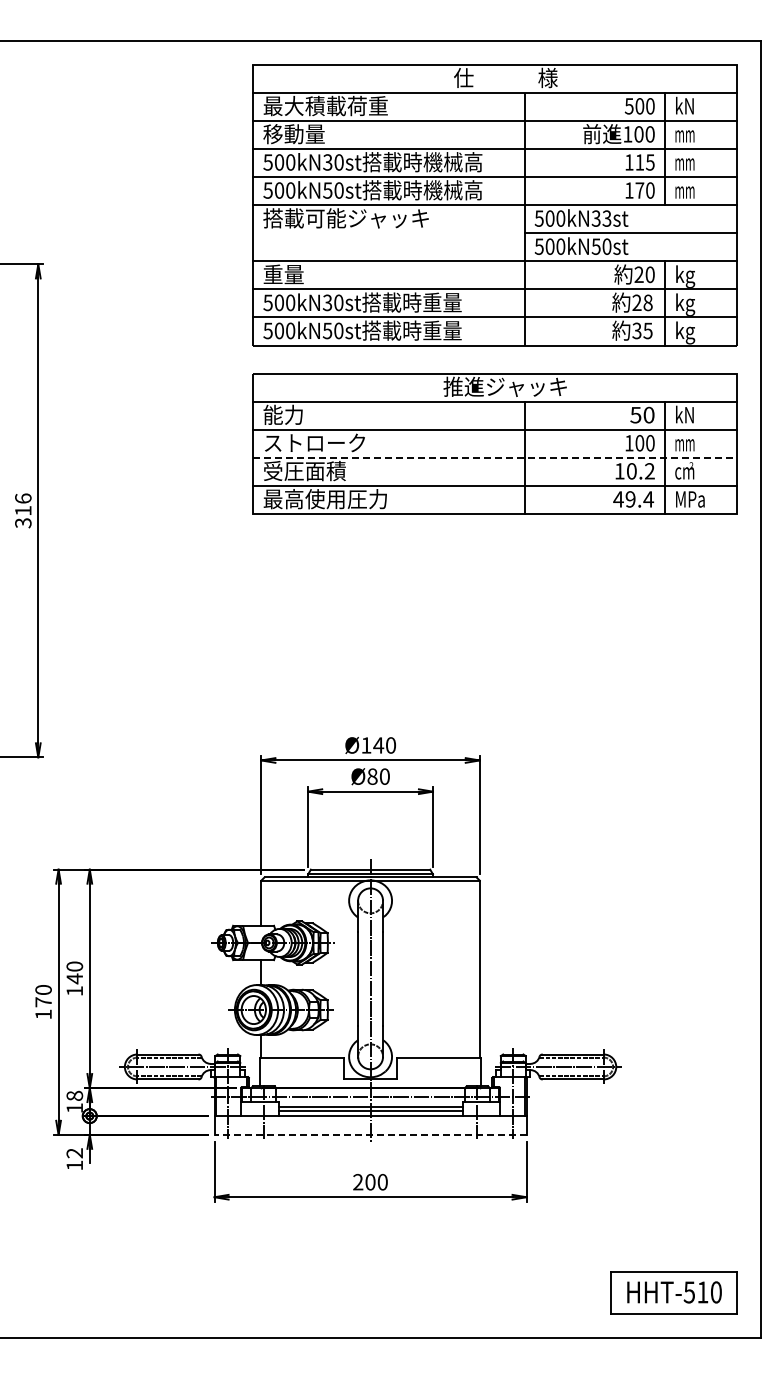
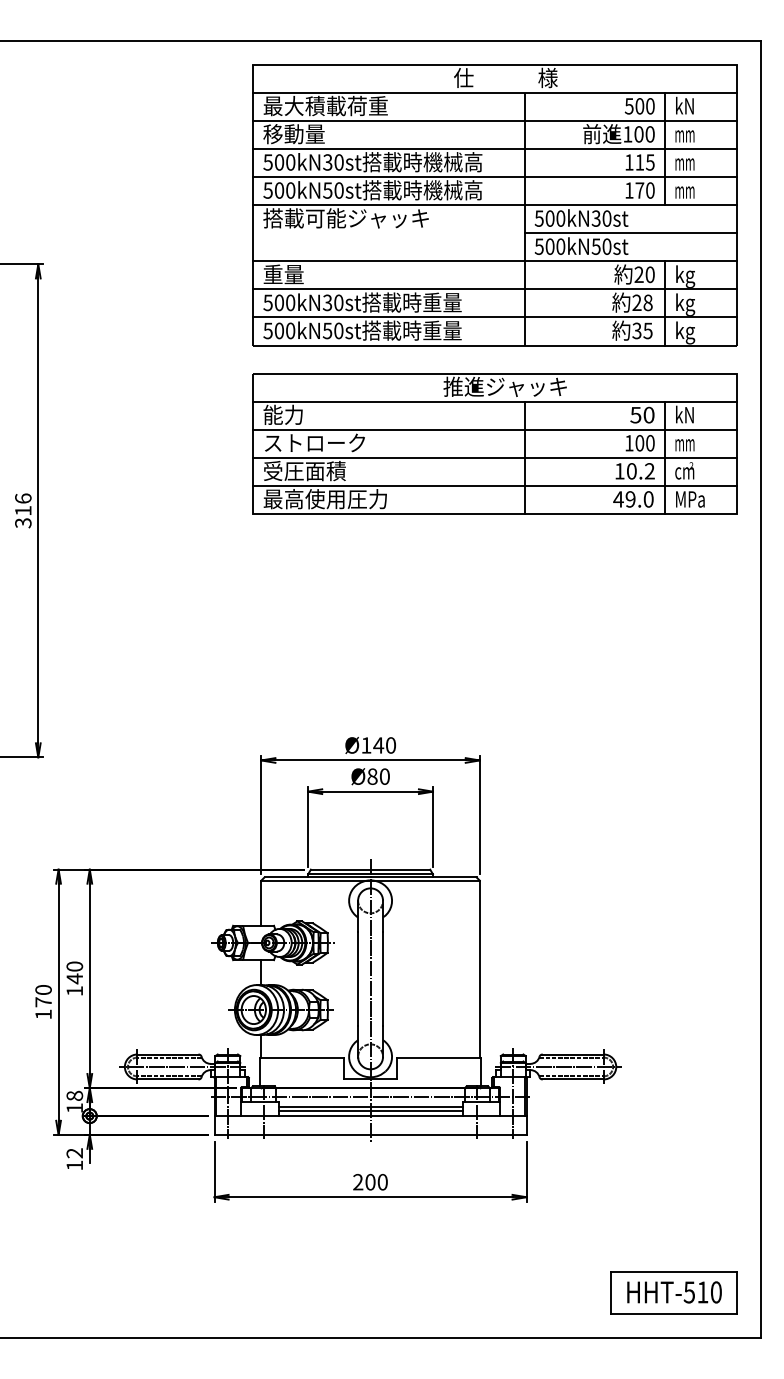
text at (606, 218): 500kN33st -> 500kN30st
line at (495, 457): dashed -> solid
text at (648, 499): 49.4 -> 49.0
line at (370, 1134): dashed -> solid
